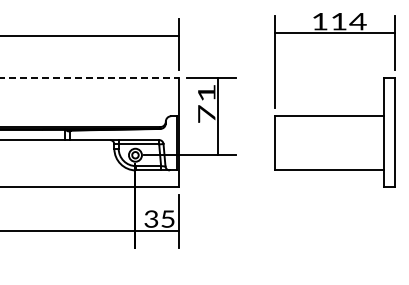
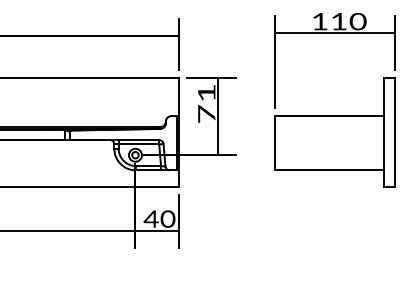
text at (357, 21): 114 -> 110
line at (89, 78): dashed -> solid
text at (159, 218): 35 -> 40
